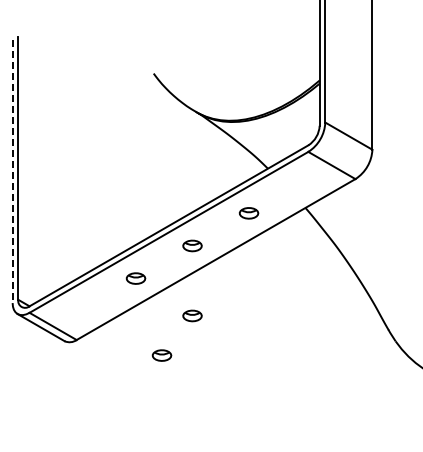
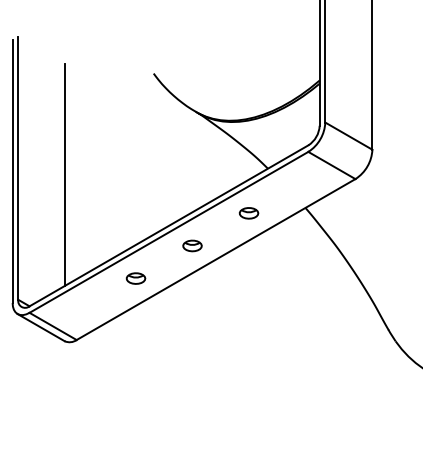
line at (12, 171): dashed -> solid
line at (65, 174): none -> present
part at (192, 315): present -> none
part at (161, 355): present -> none
